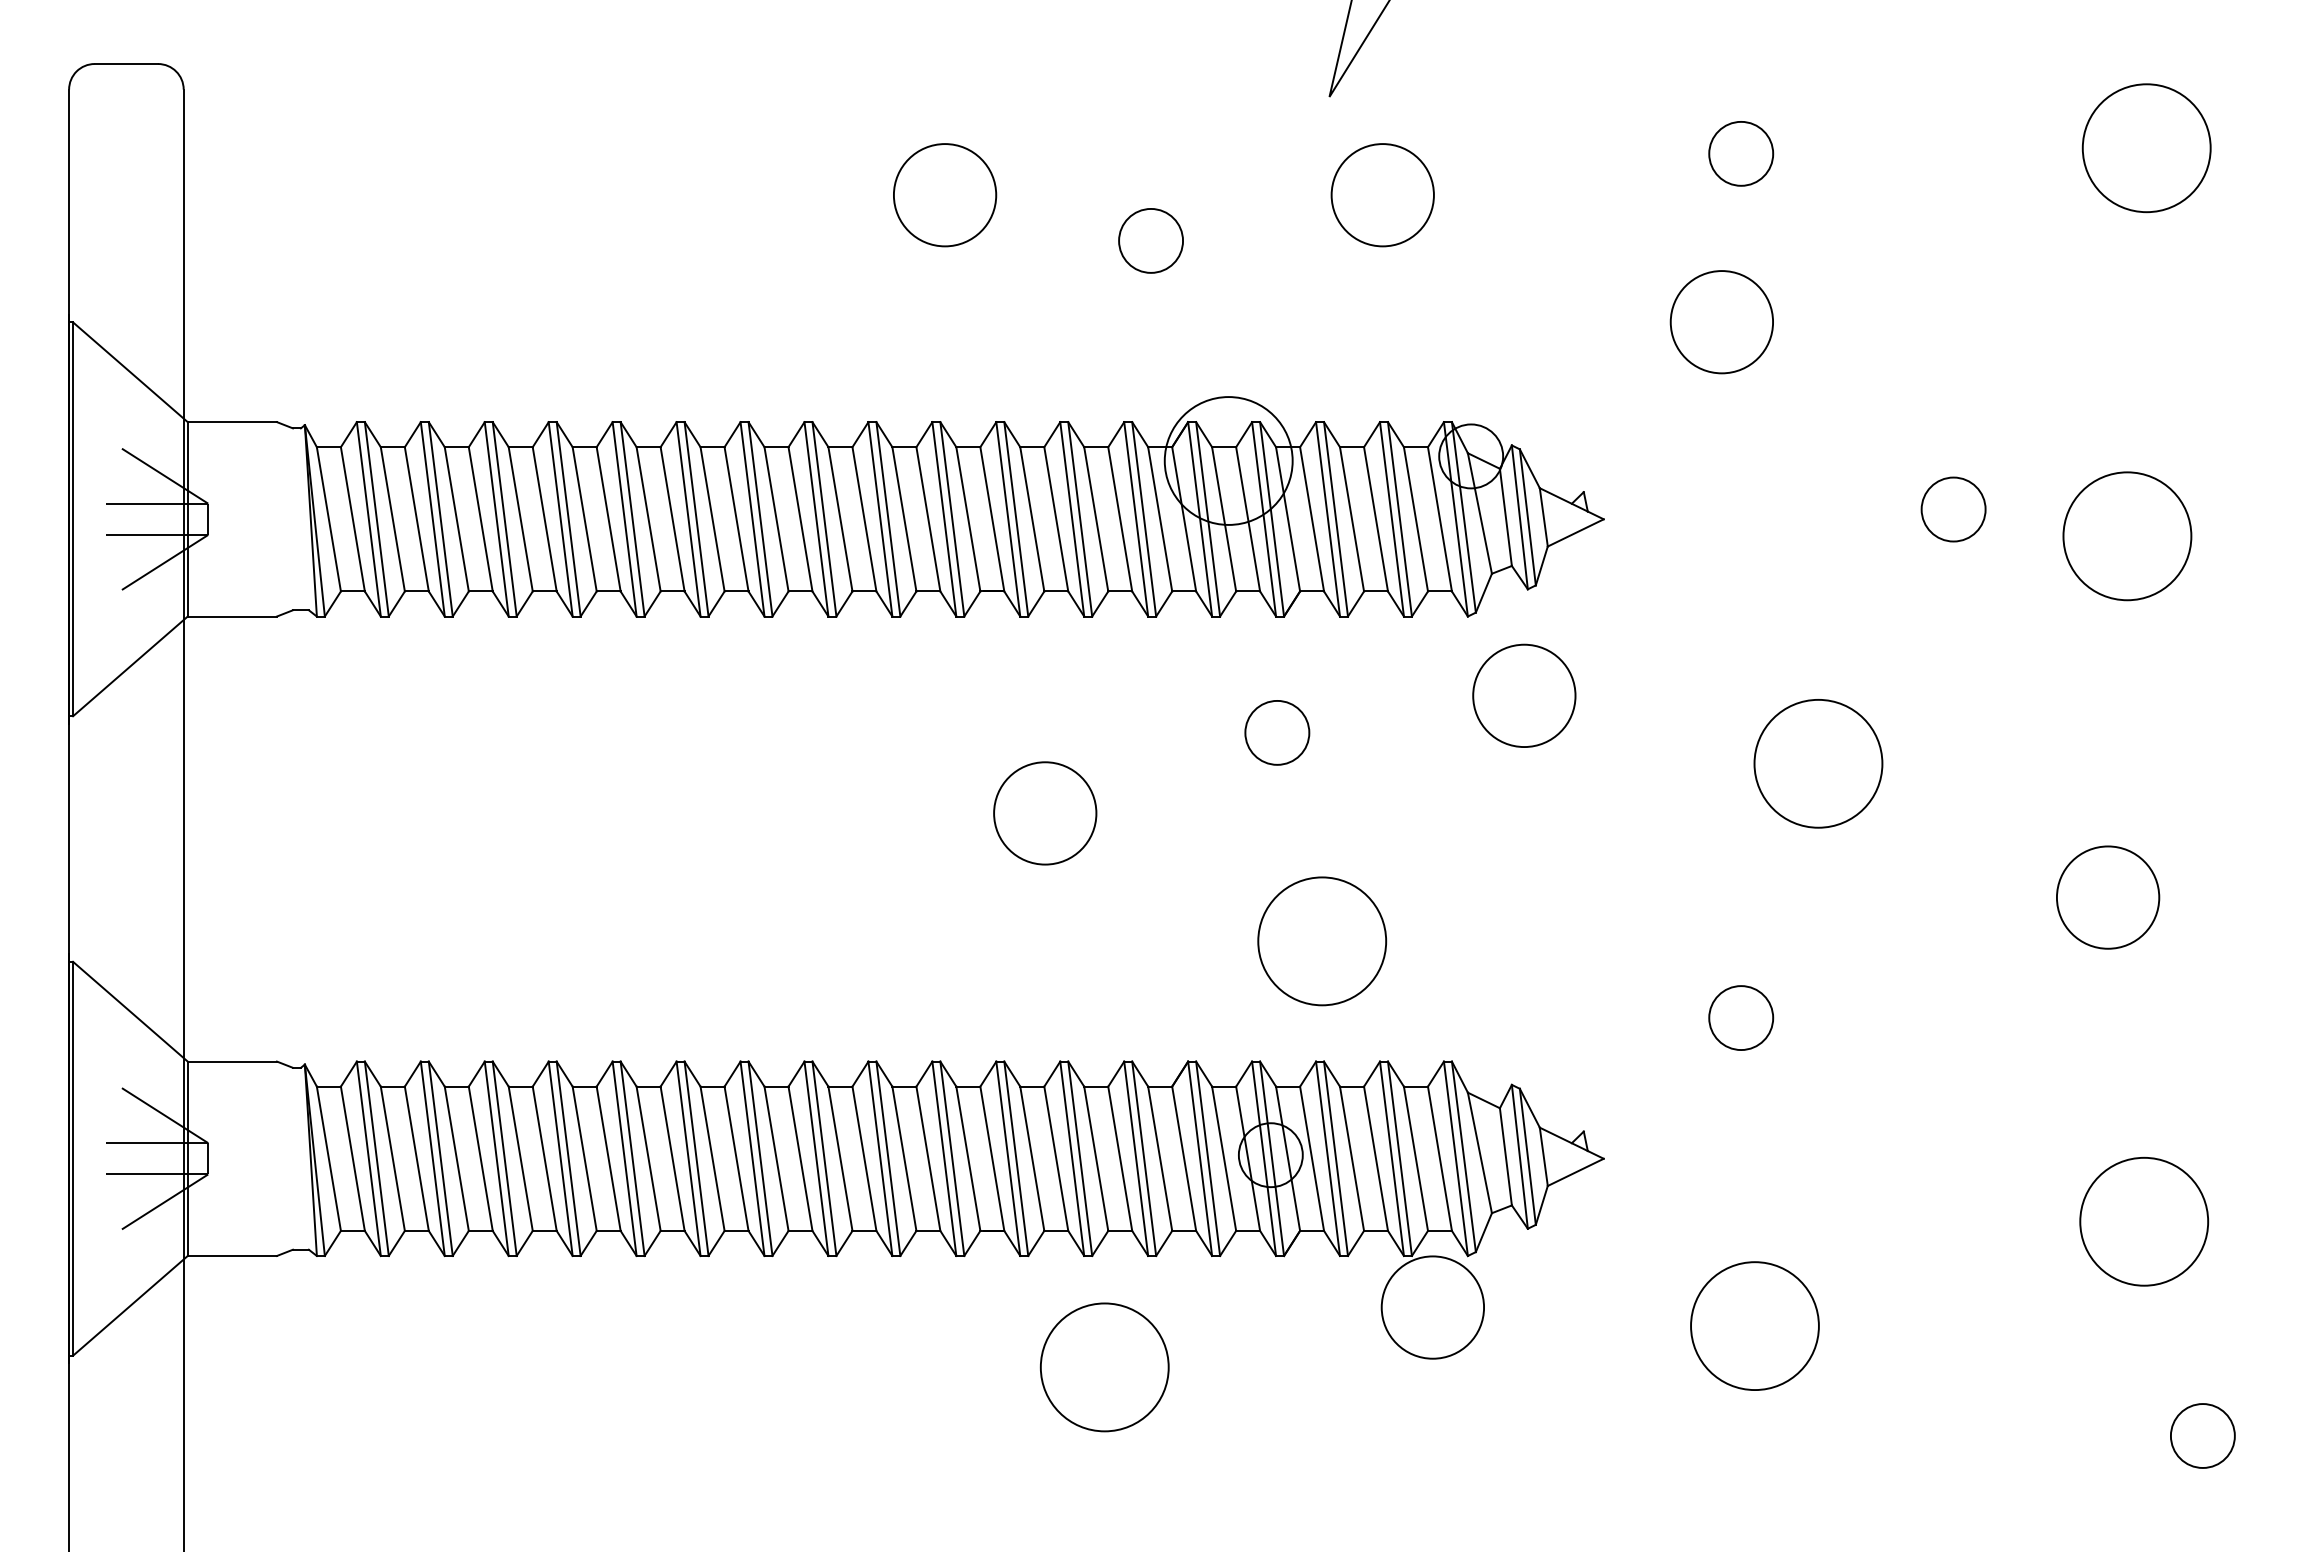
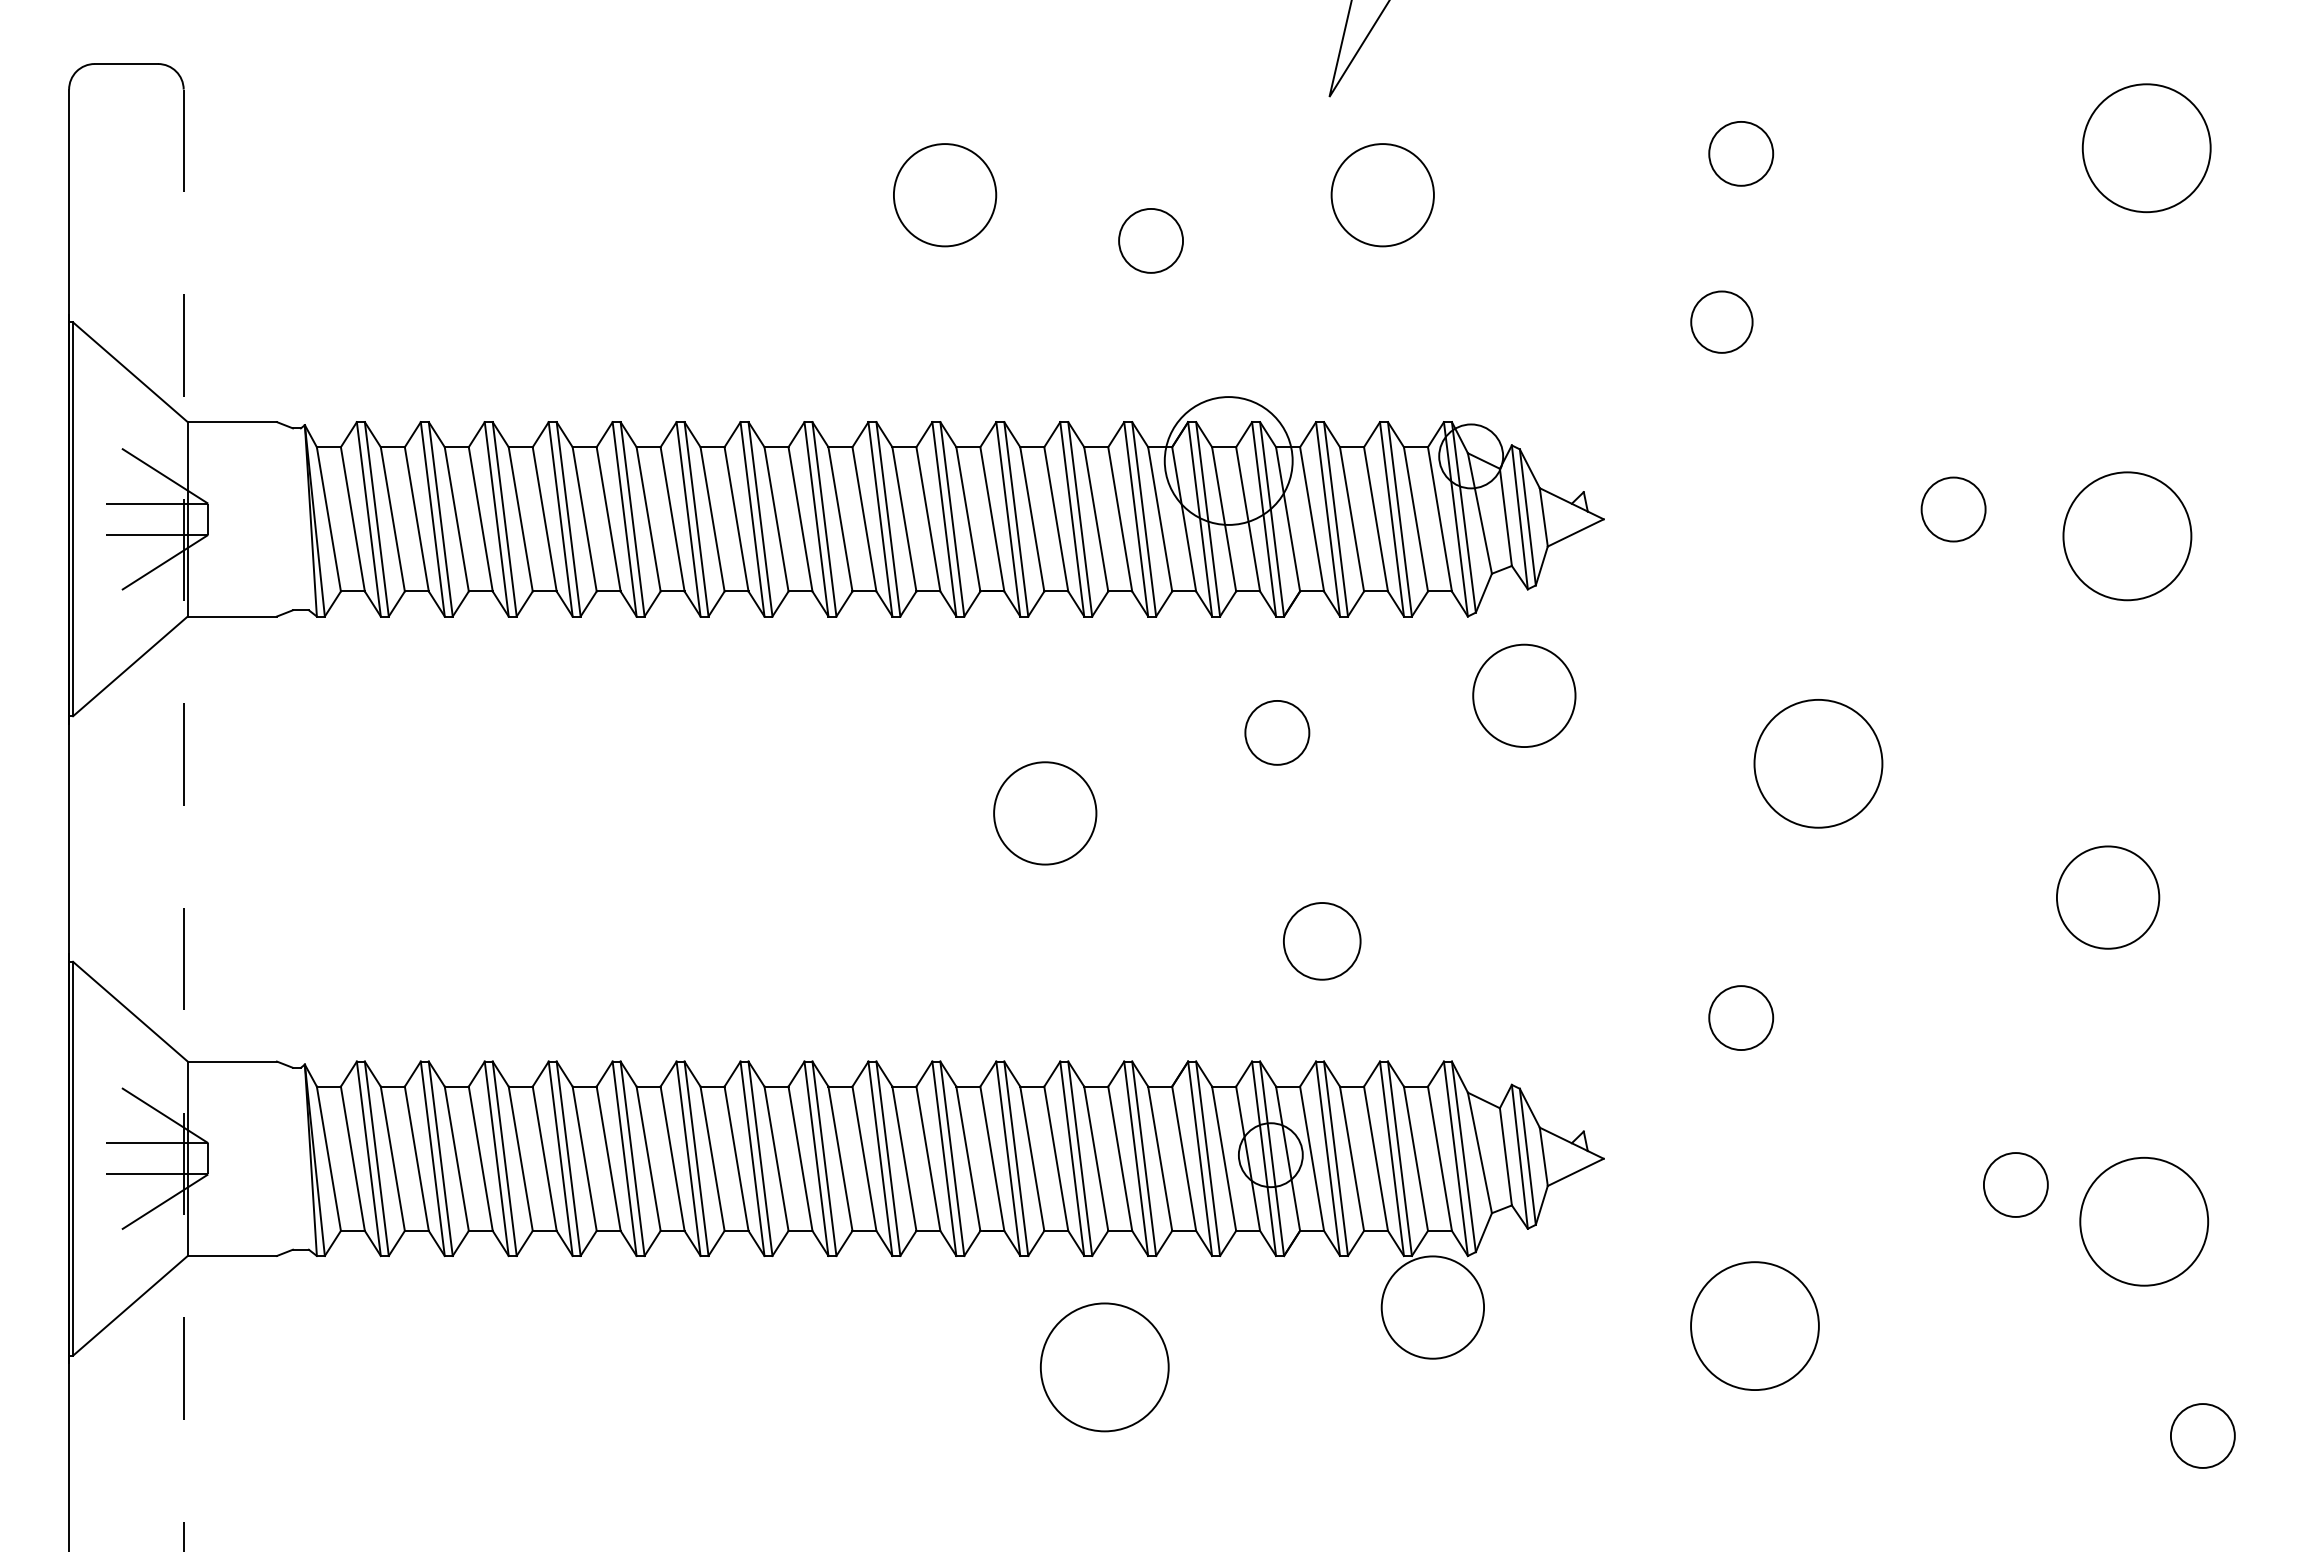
circle at (1721, 322) diameter: 102 px -> 61 px
line at (183, 820): solid -> dashed
circle at (1322, 941) diameter: 128 px -> 77 px
circle at (2015, 1184): none -> present
